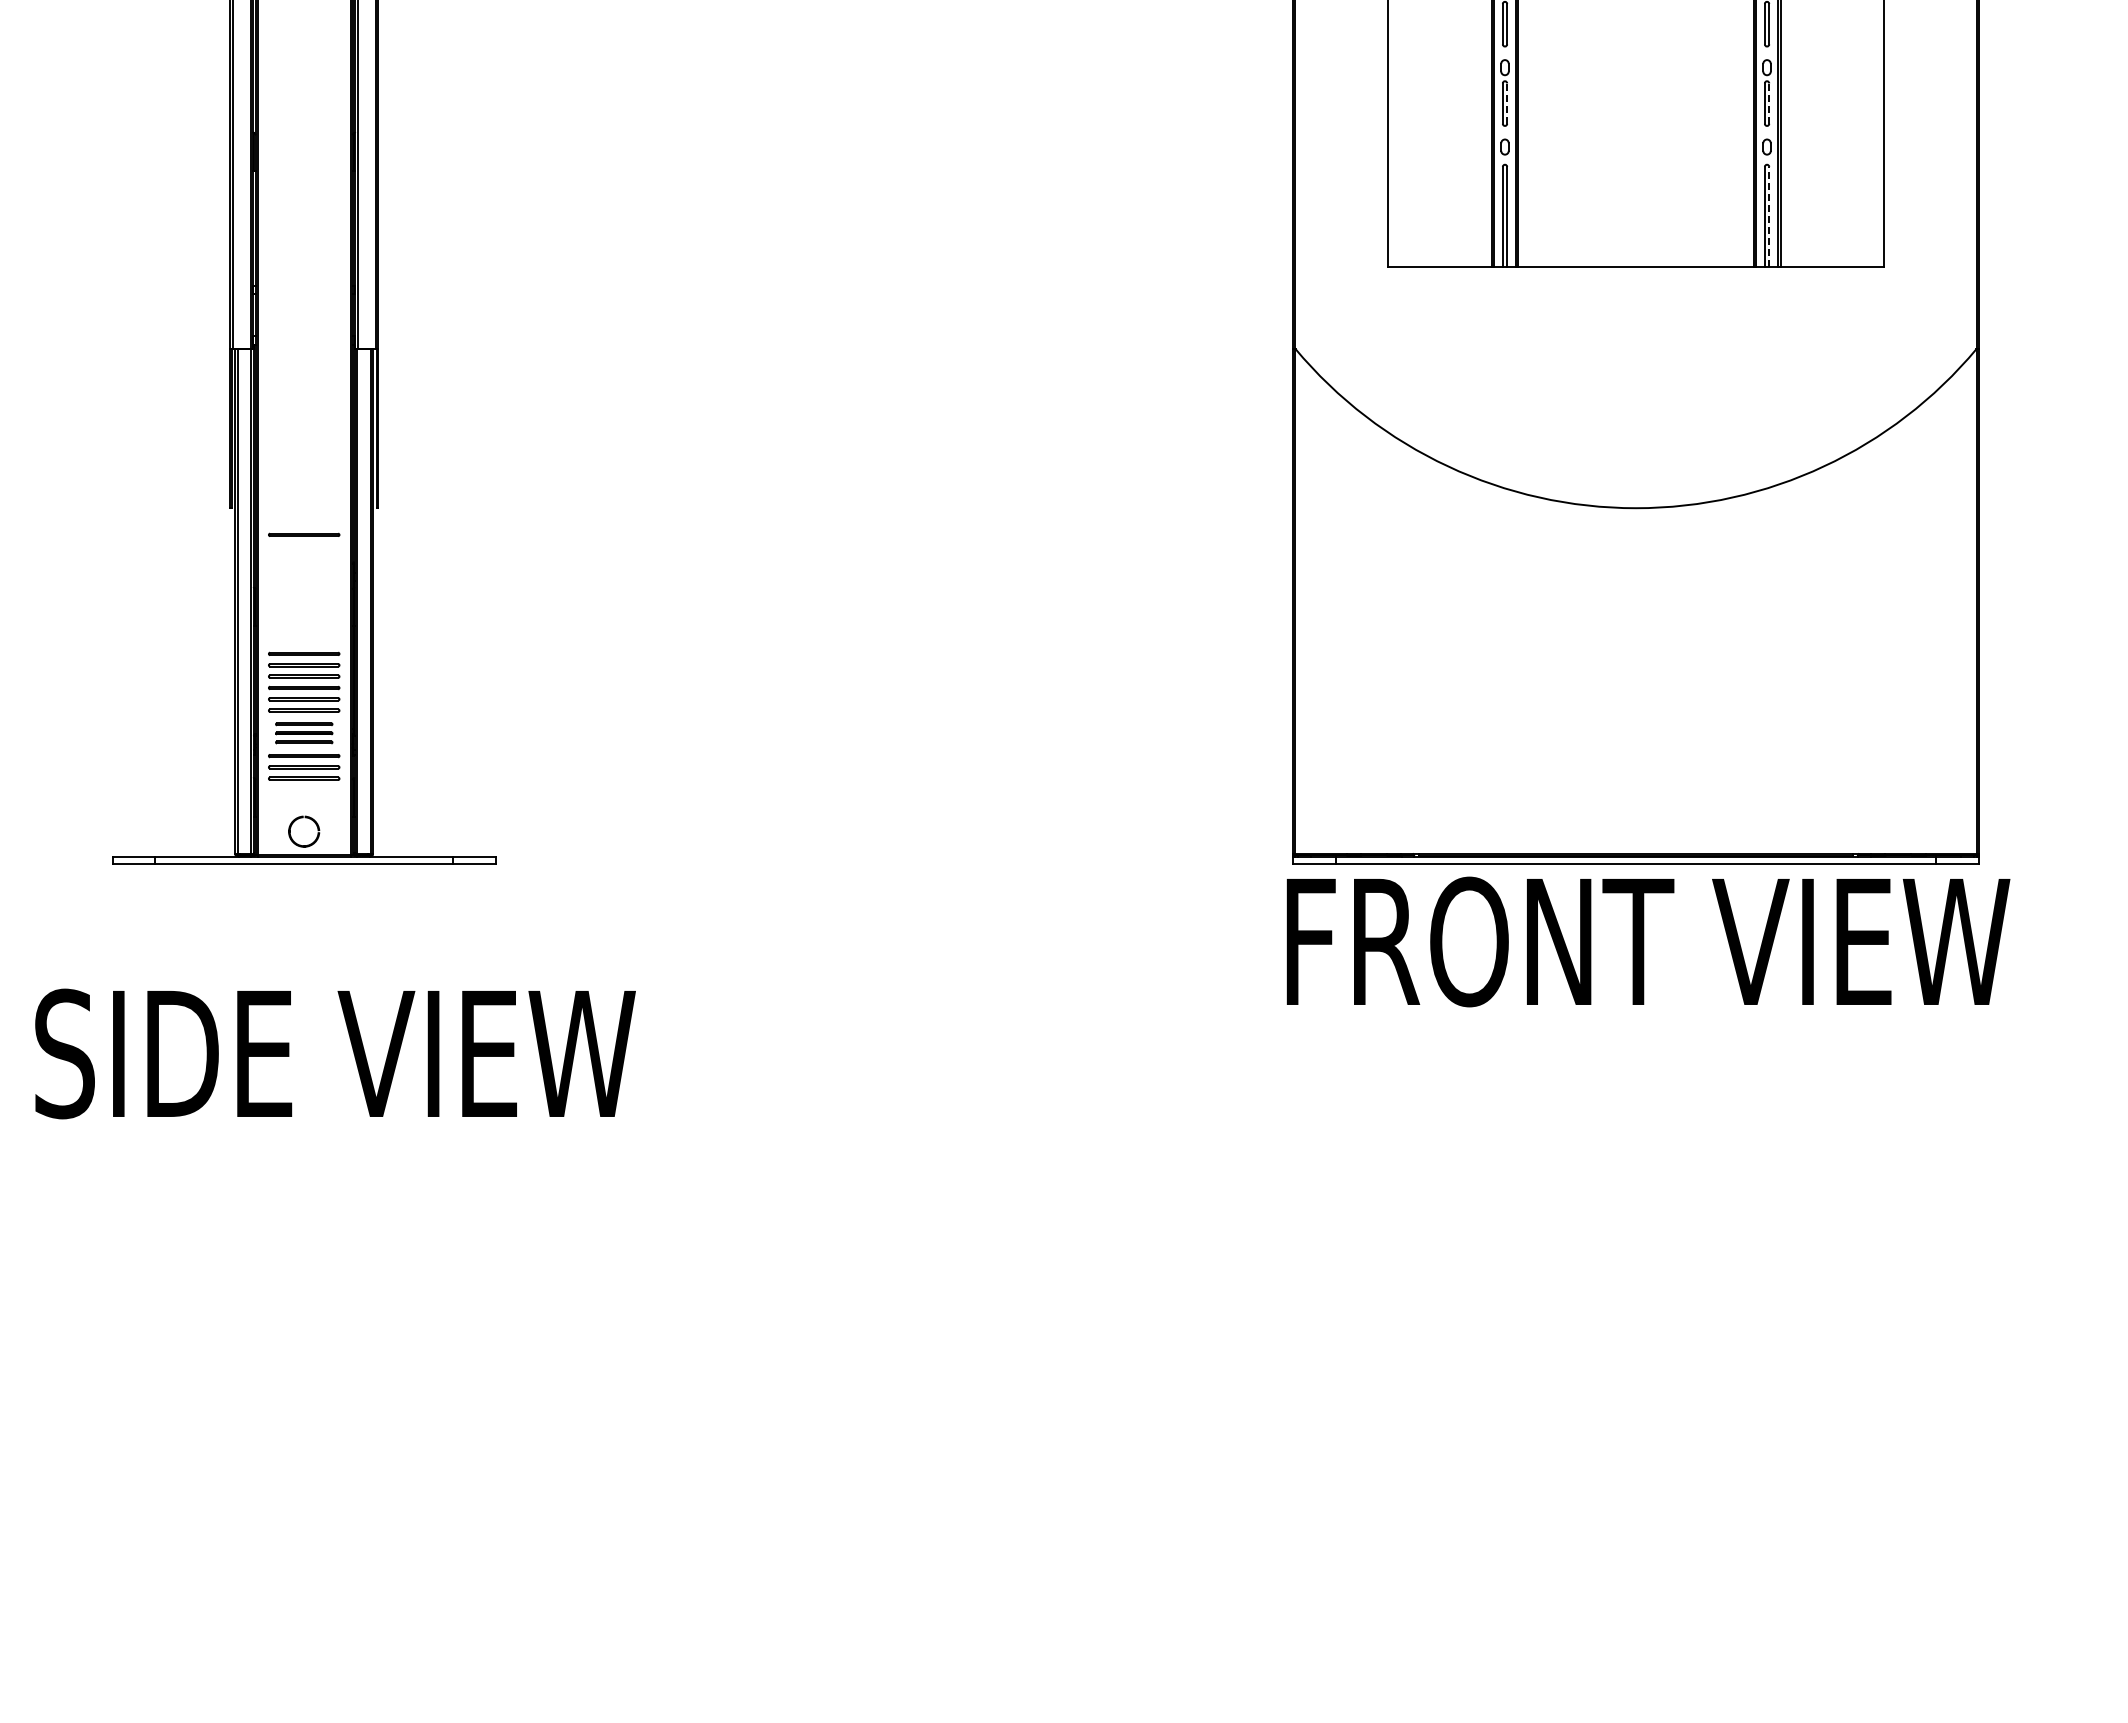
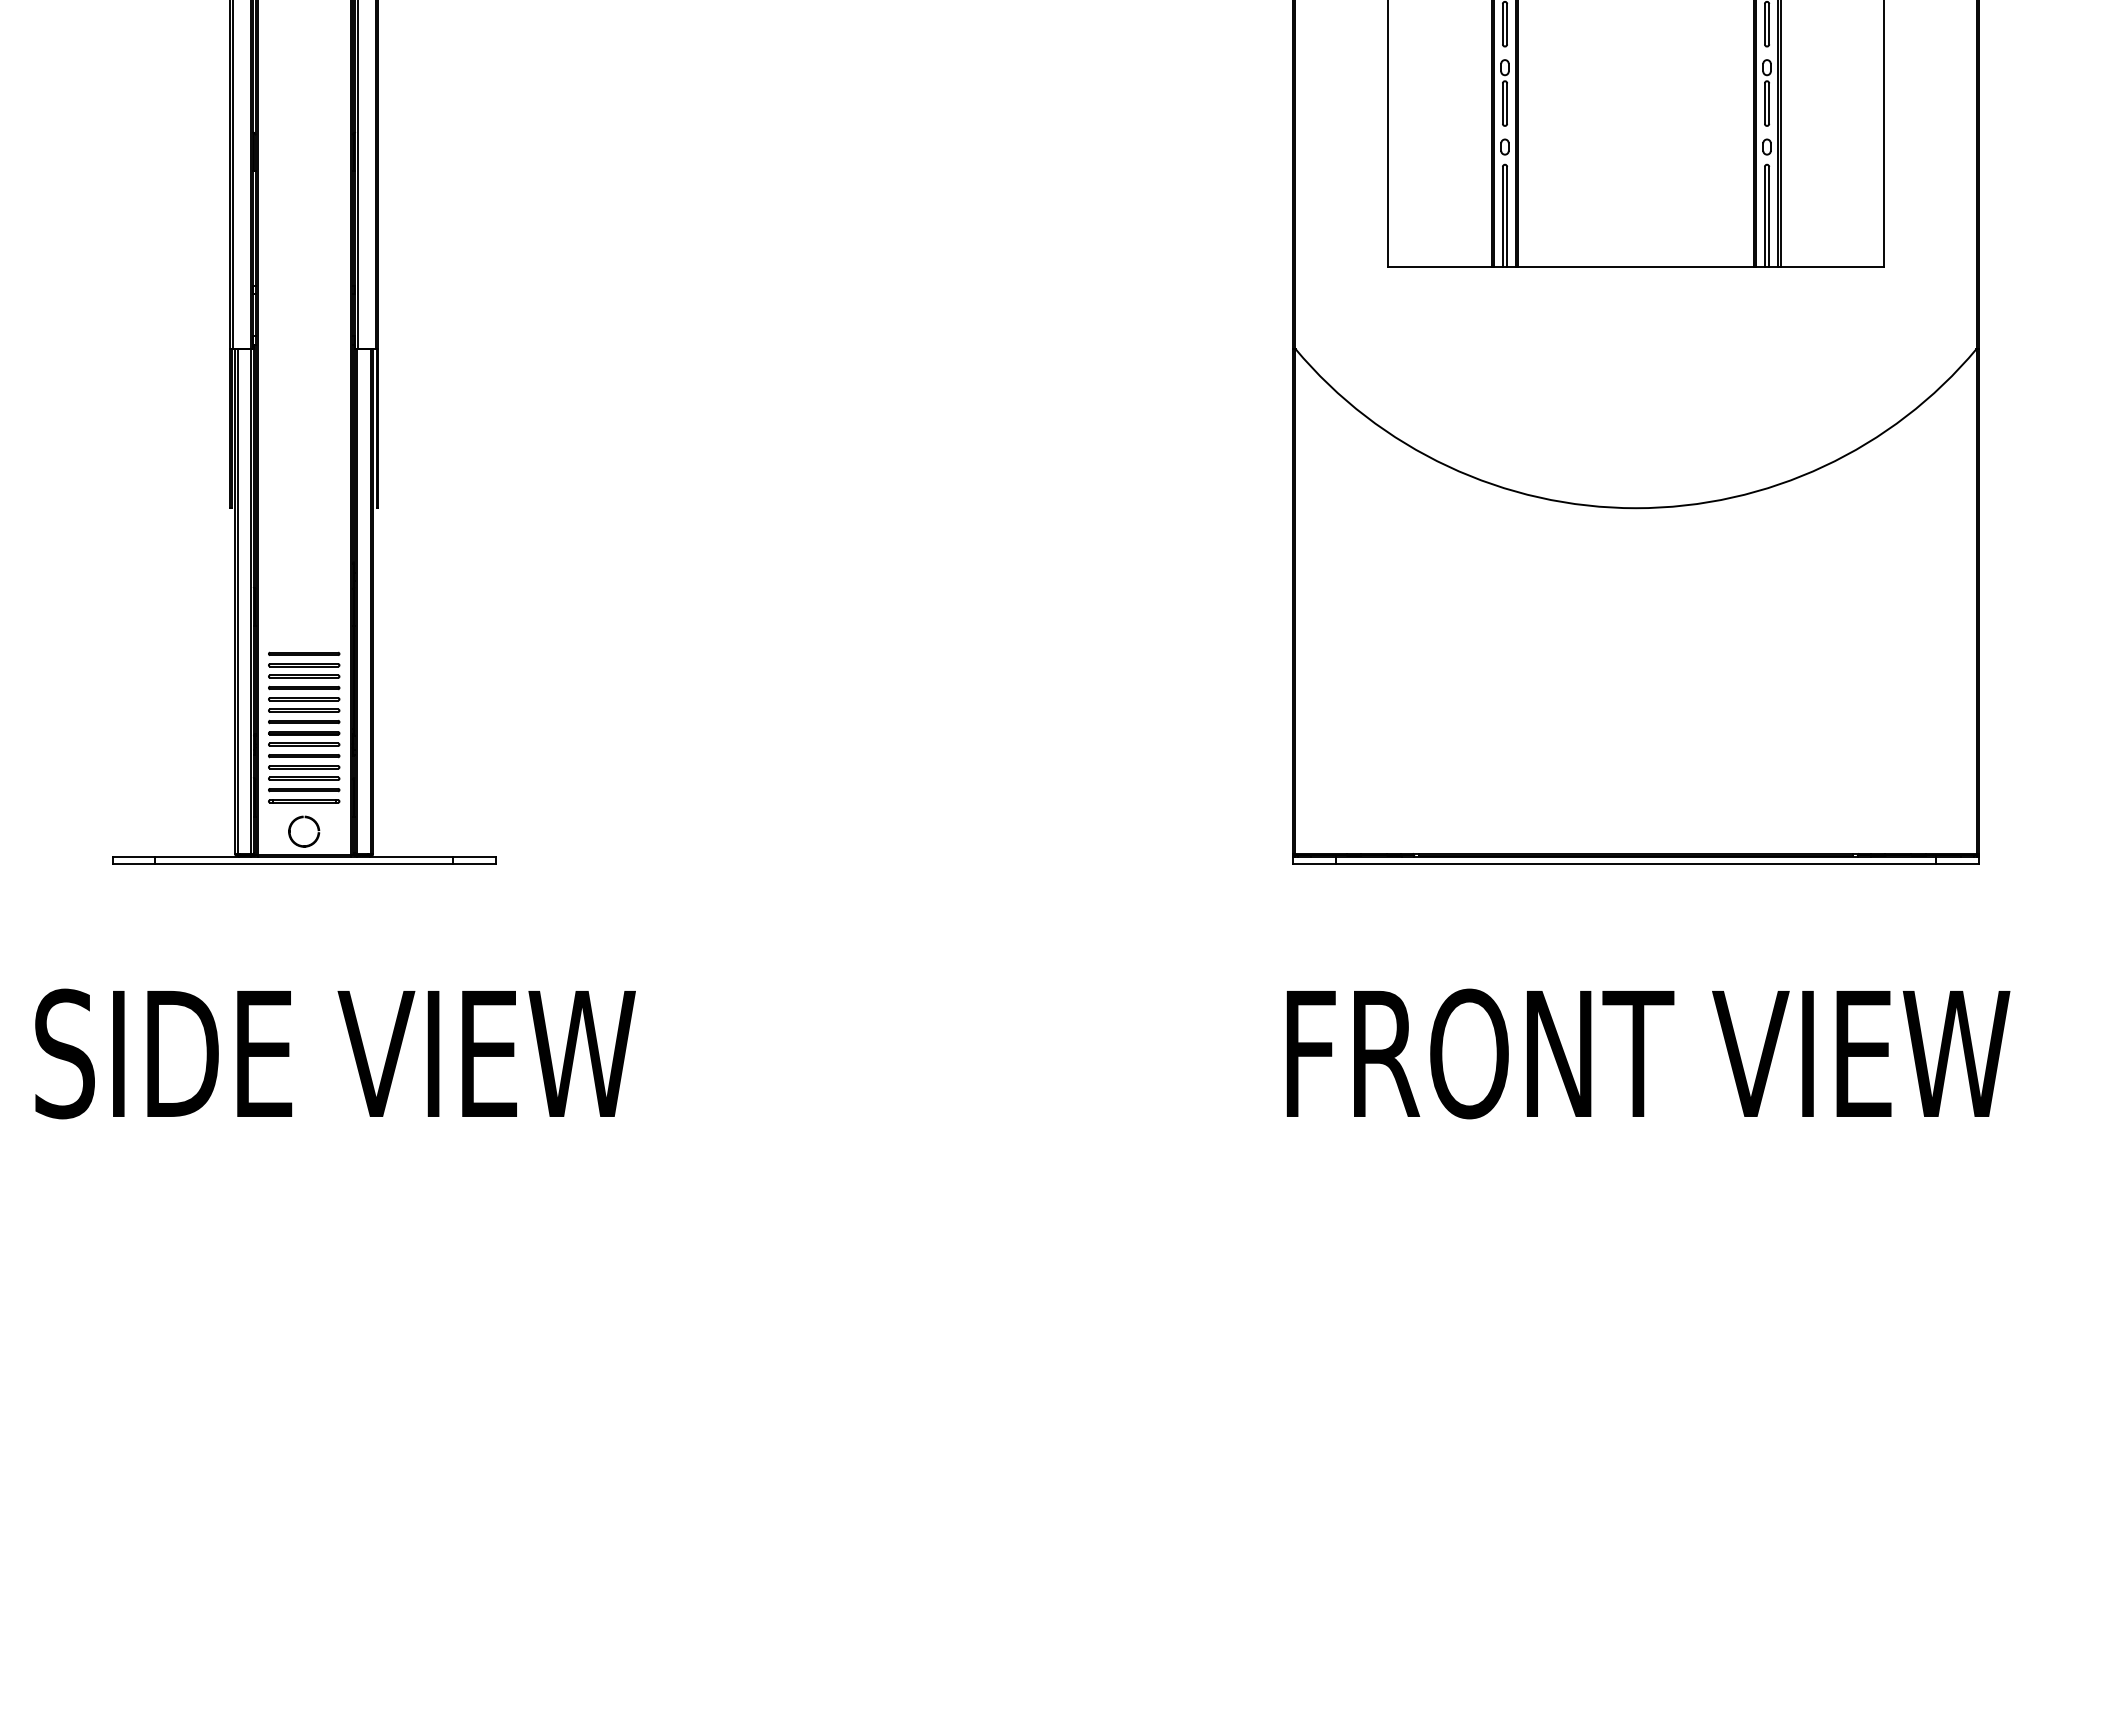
line at (1507, 103): dashed -> solid
line at (1769, 103): dashed -> solid
line at (1769, 216): dashed -> solid
line at (304, 534): present -> none
part at (304, 733) size: 59x23 px -> 73x27 px
part at (304, 795): none -> present
text at (1648, 941) position: (1648, 941) -> (1648, 1053)
